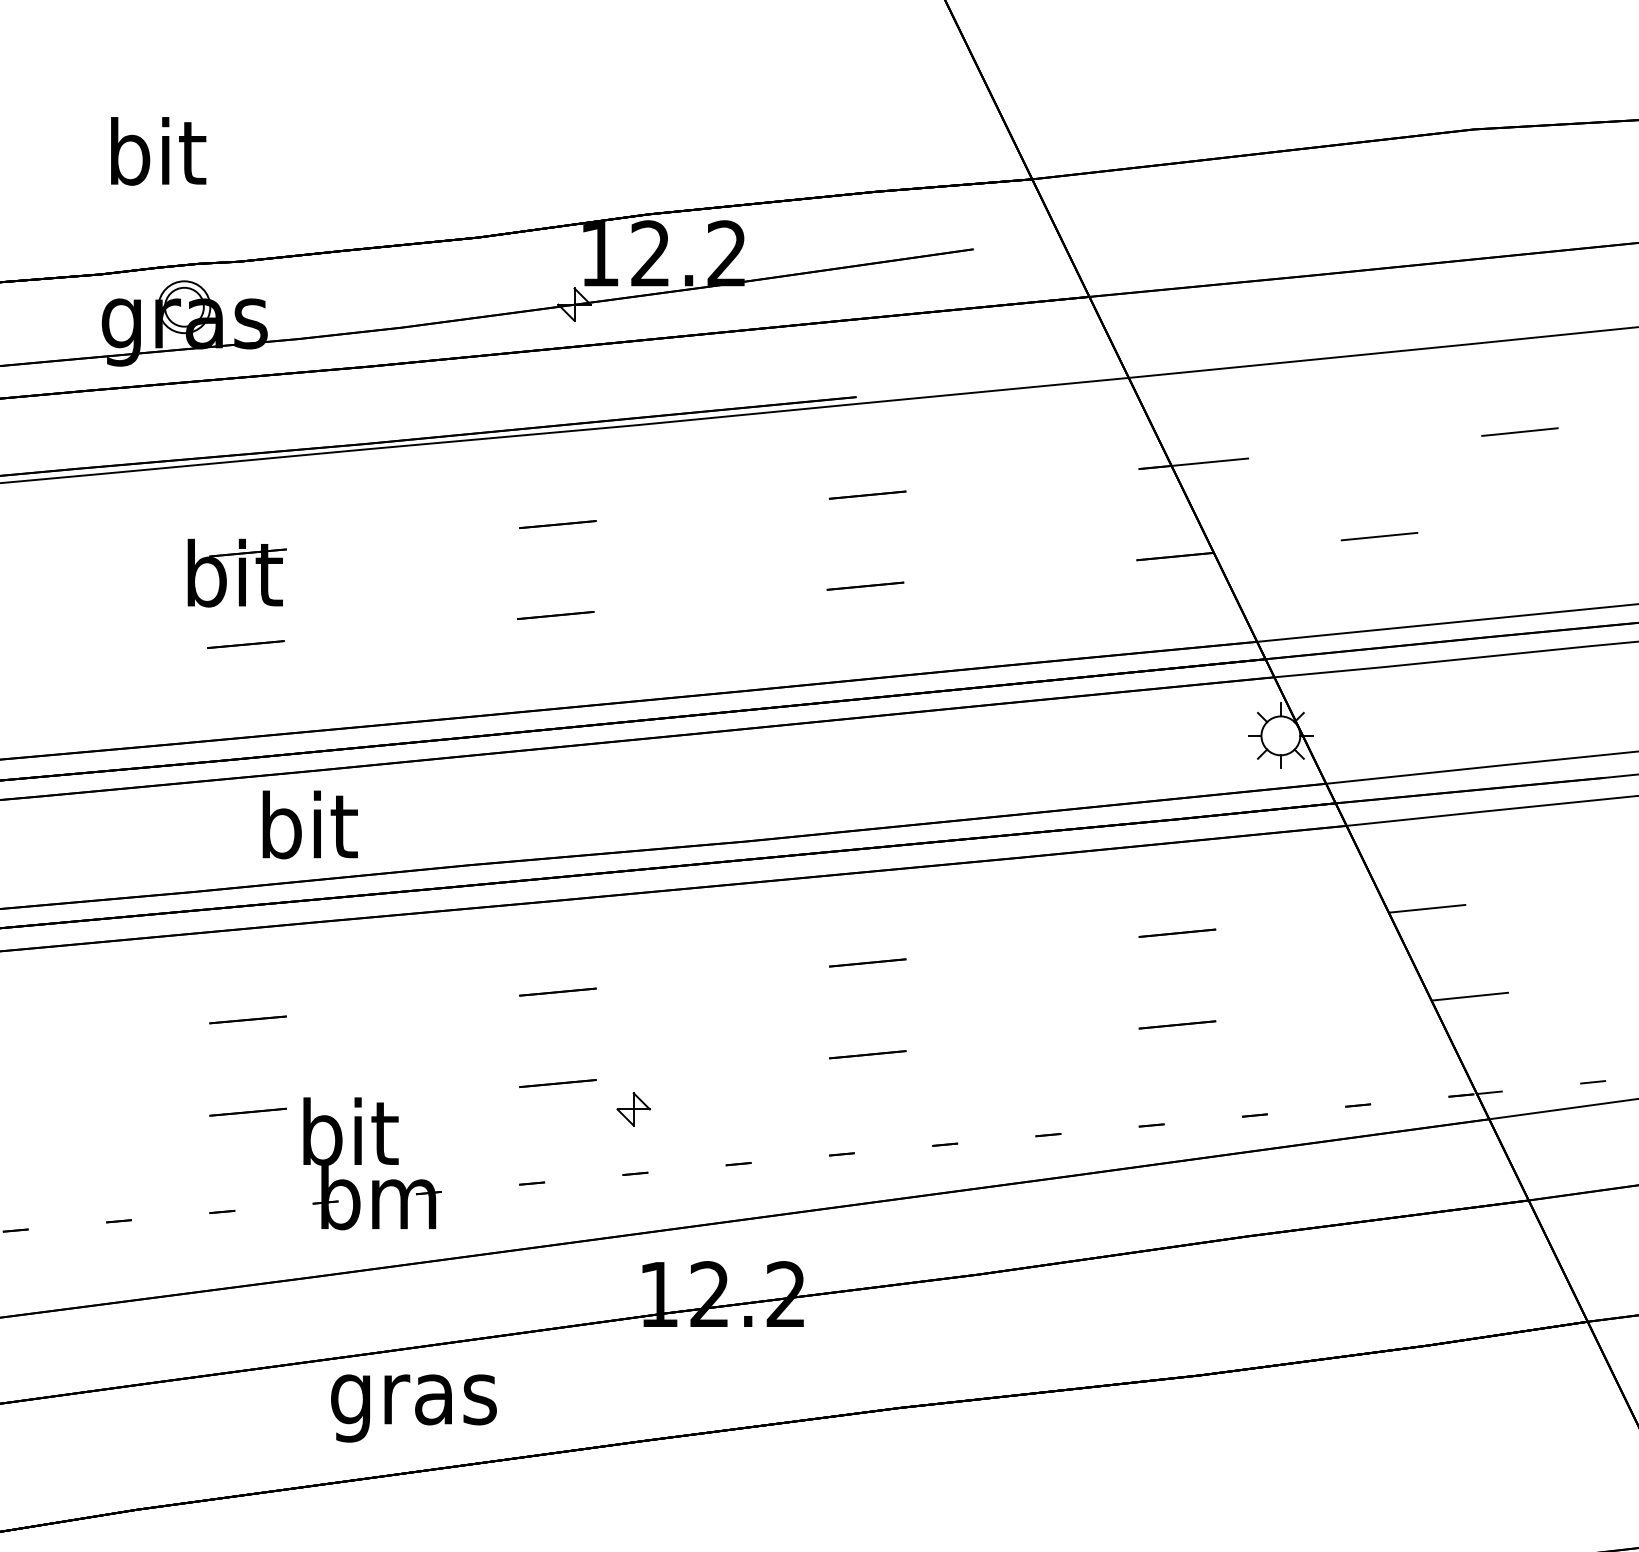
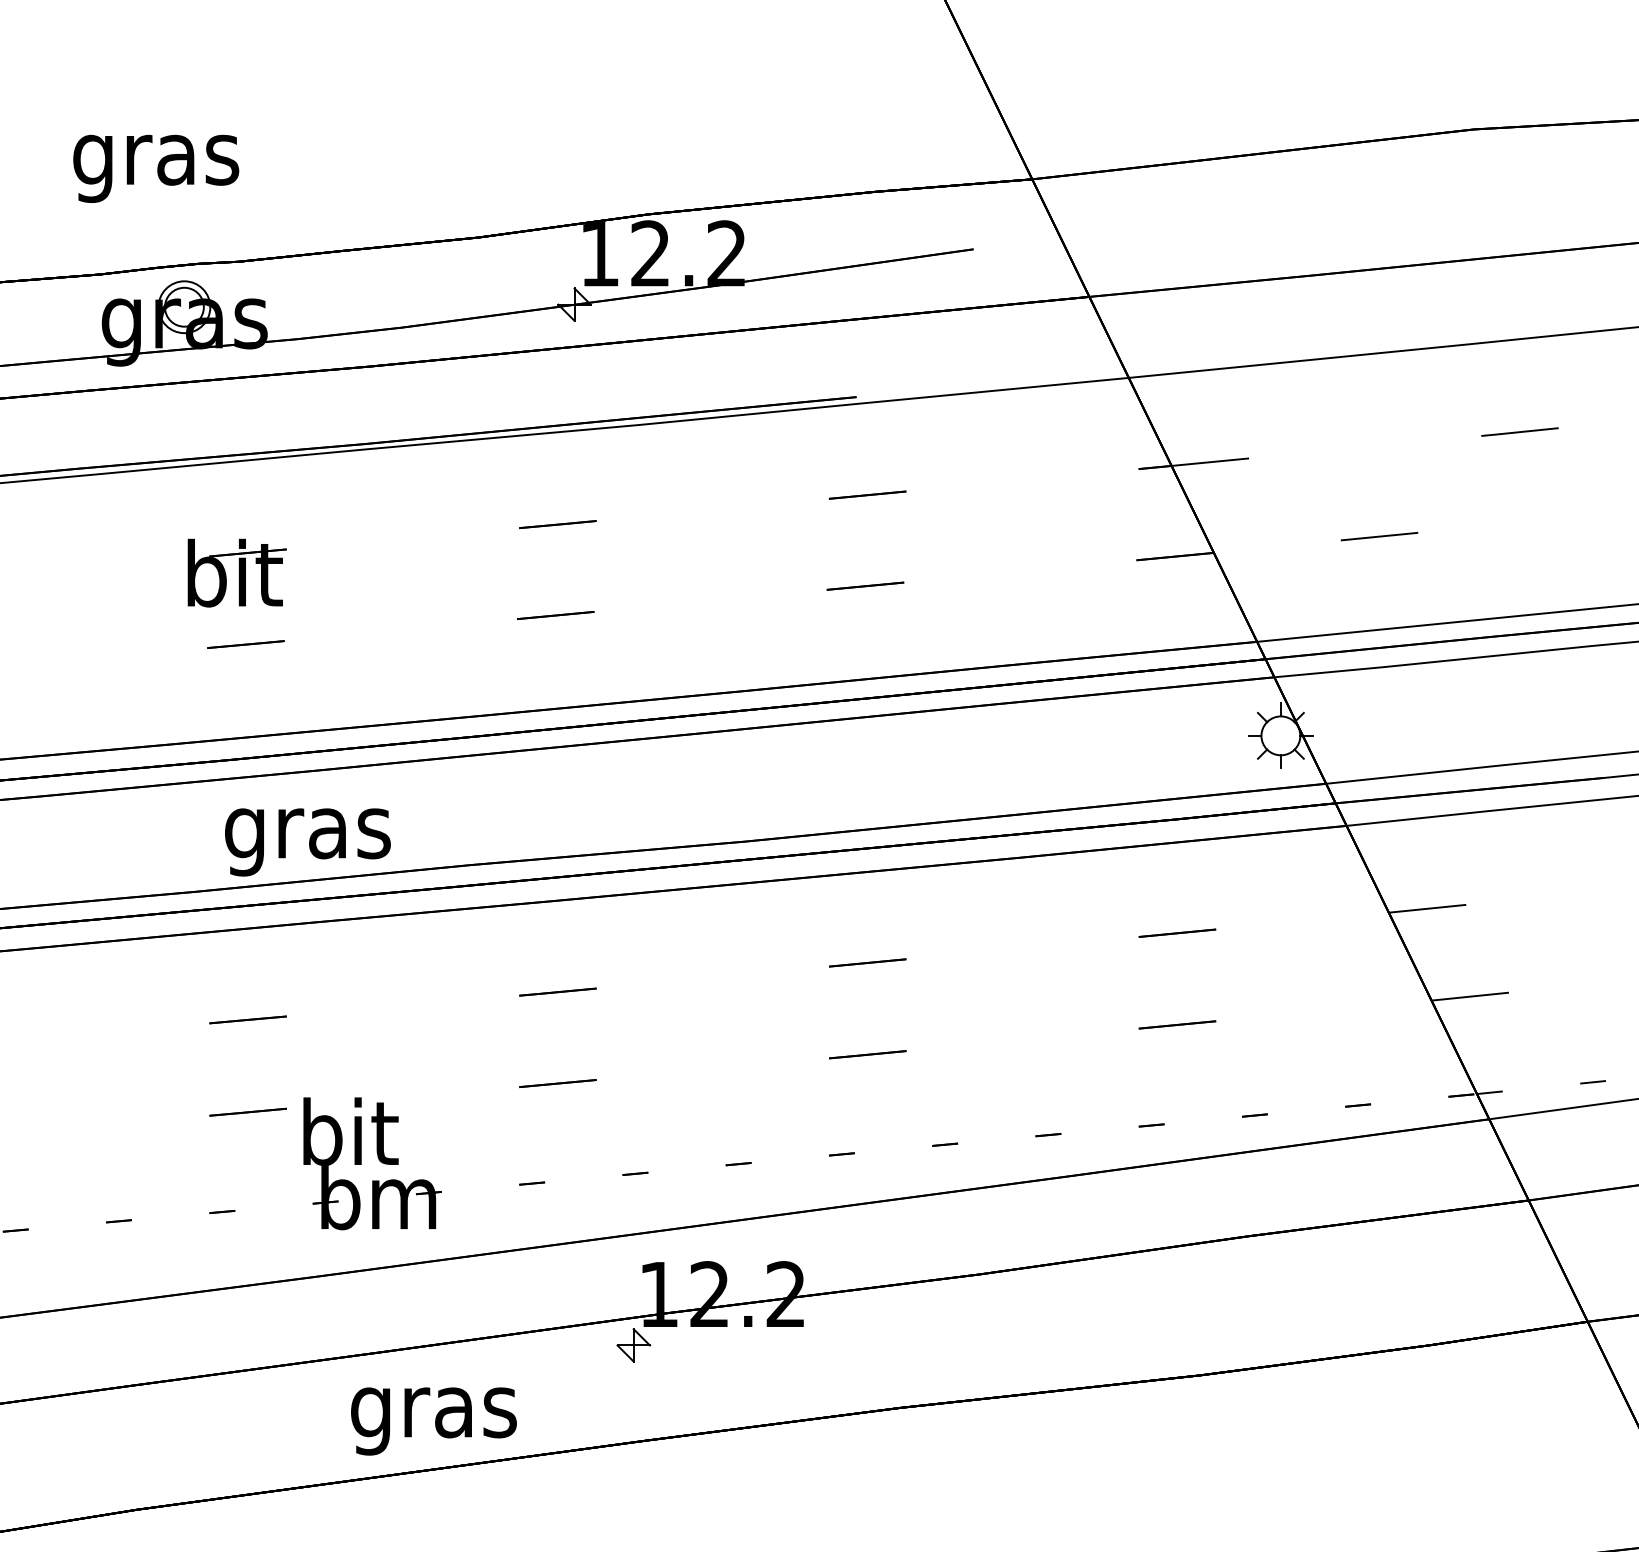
text at (156, 160): bit -> gras
text at (307, 833): bit -> gras
part at (633, 1109) position: (633, 1109) -> (633, 1345)
text at (413, 1408) position: (413, 1408) -> (433, 1421)
